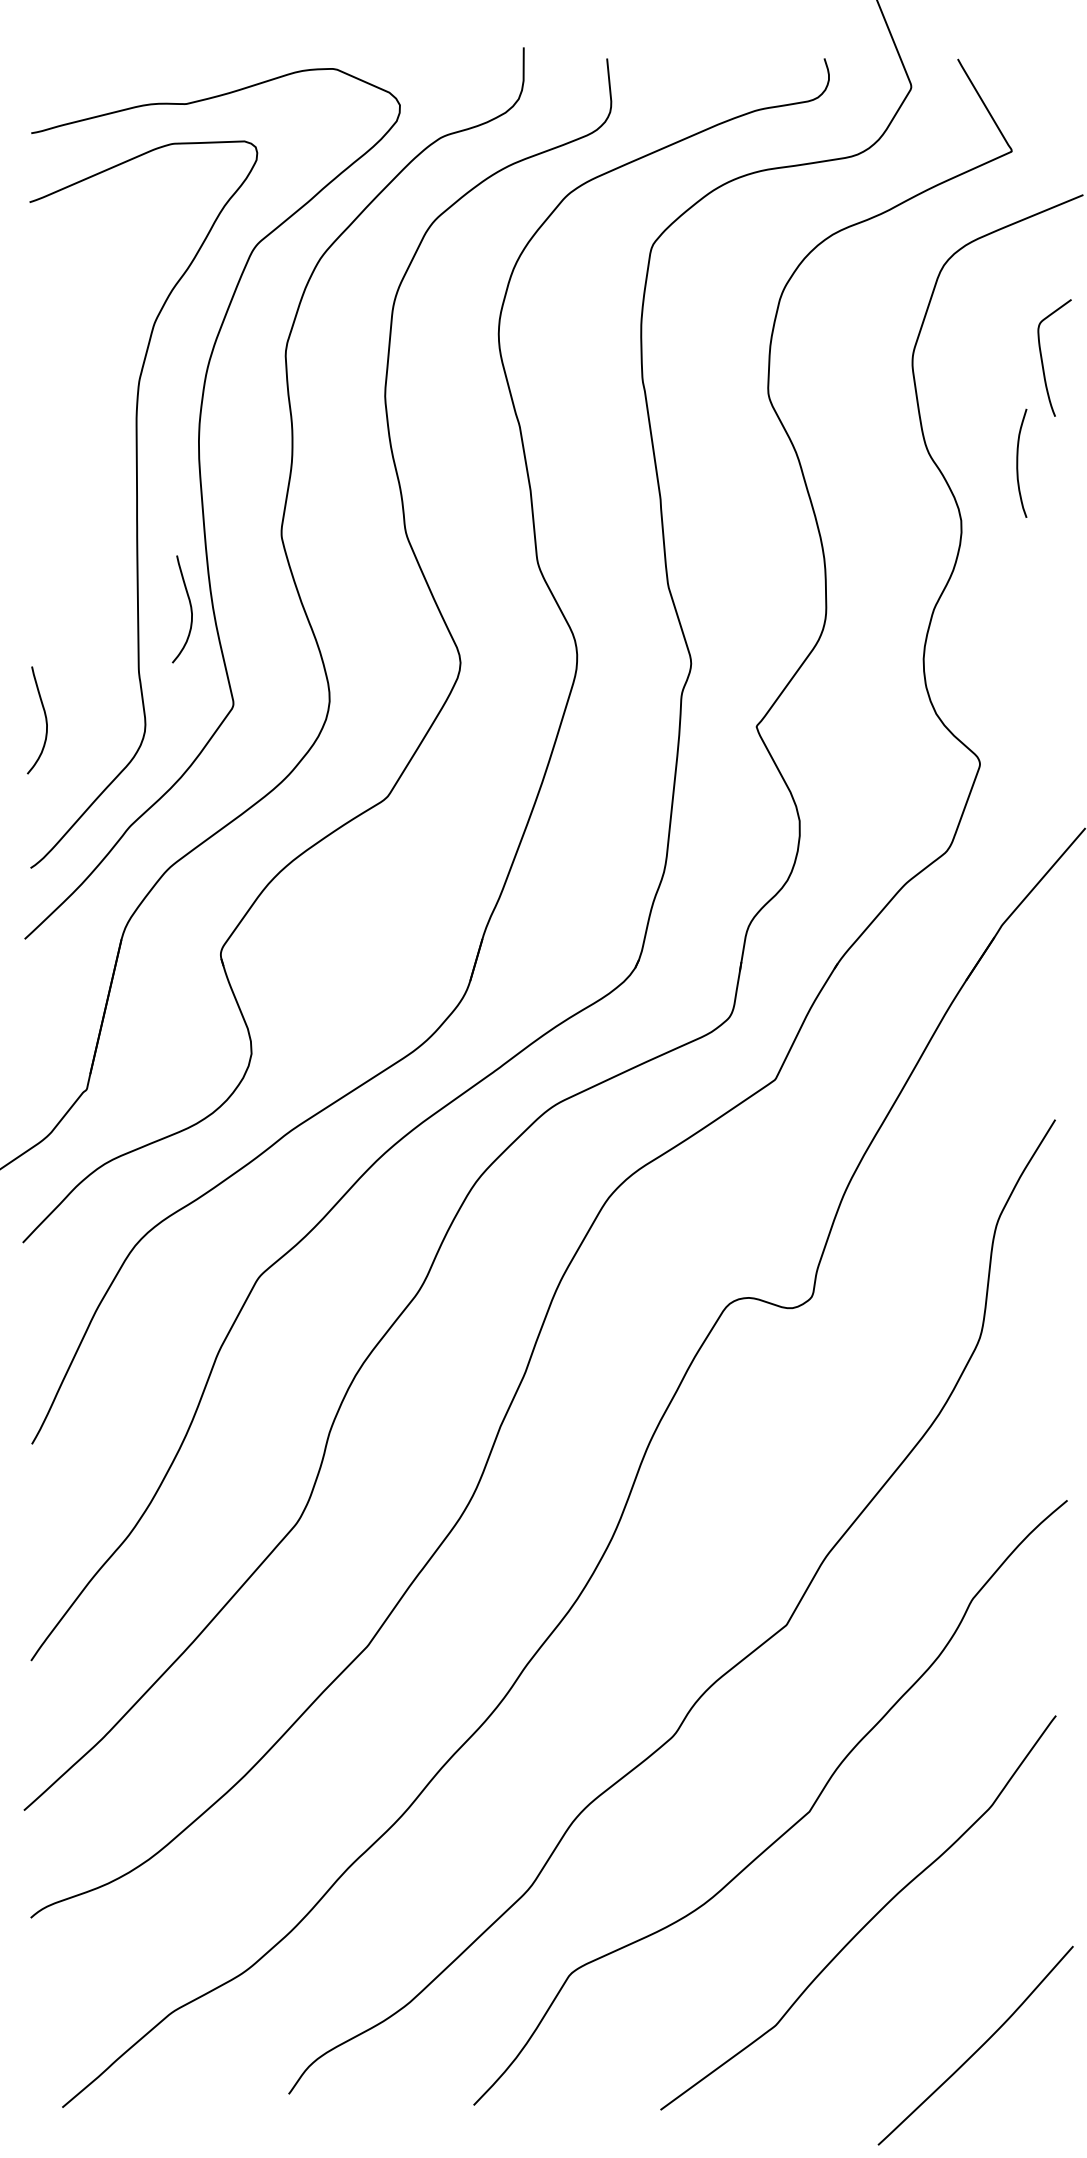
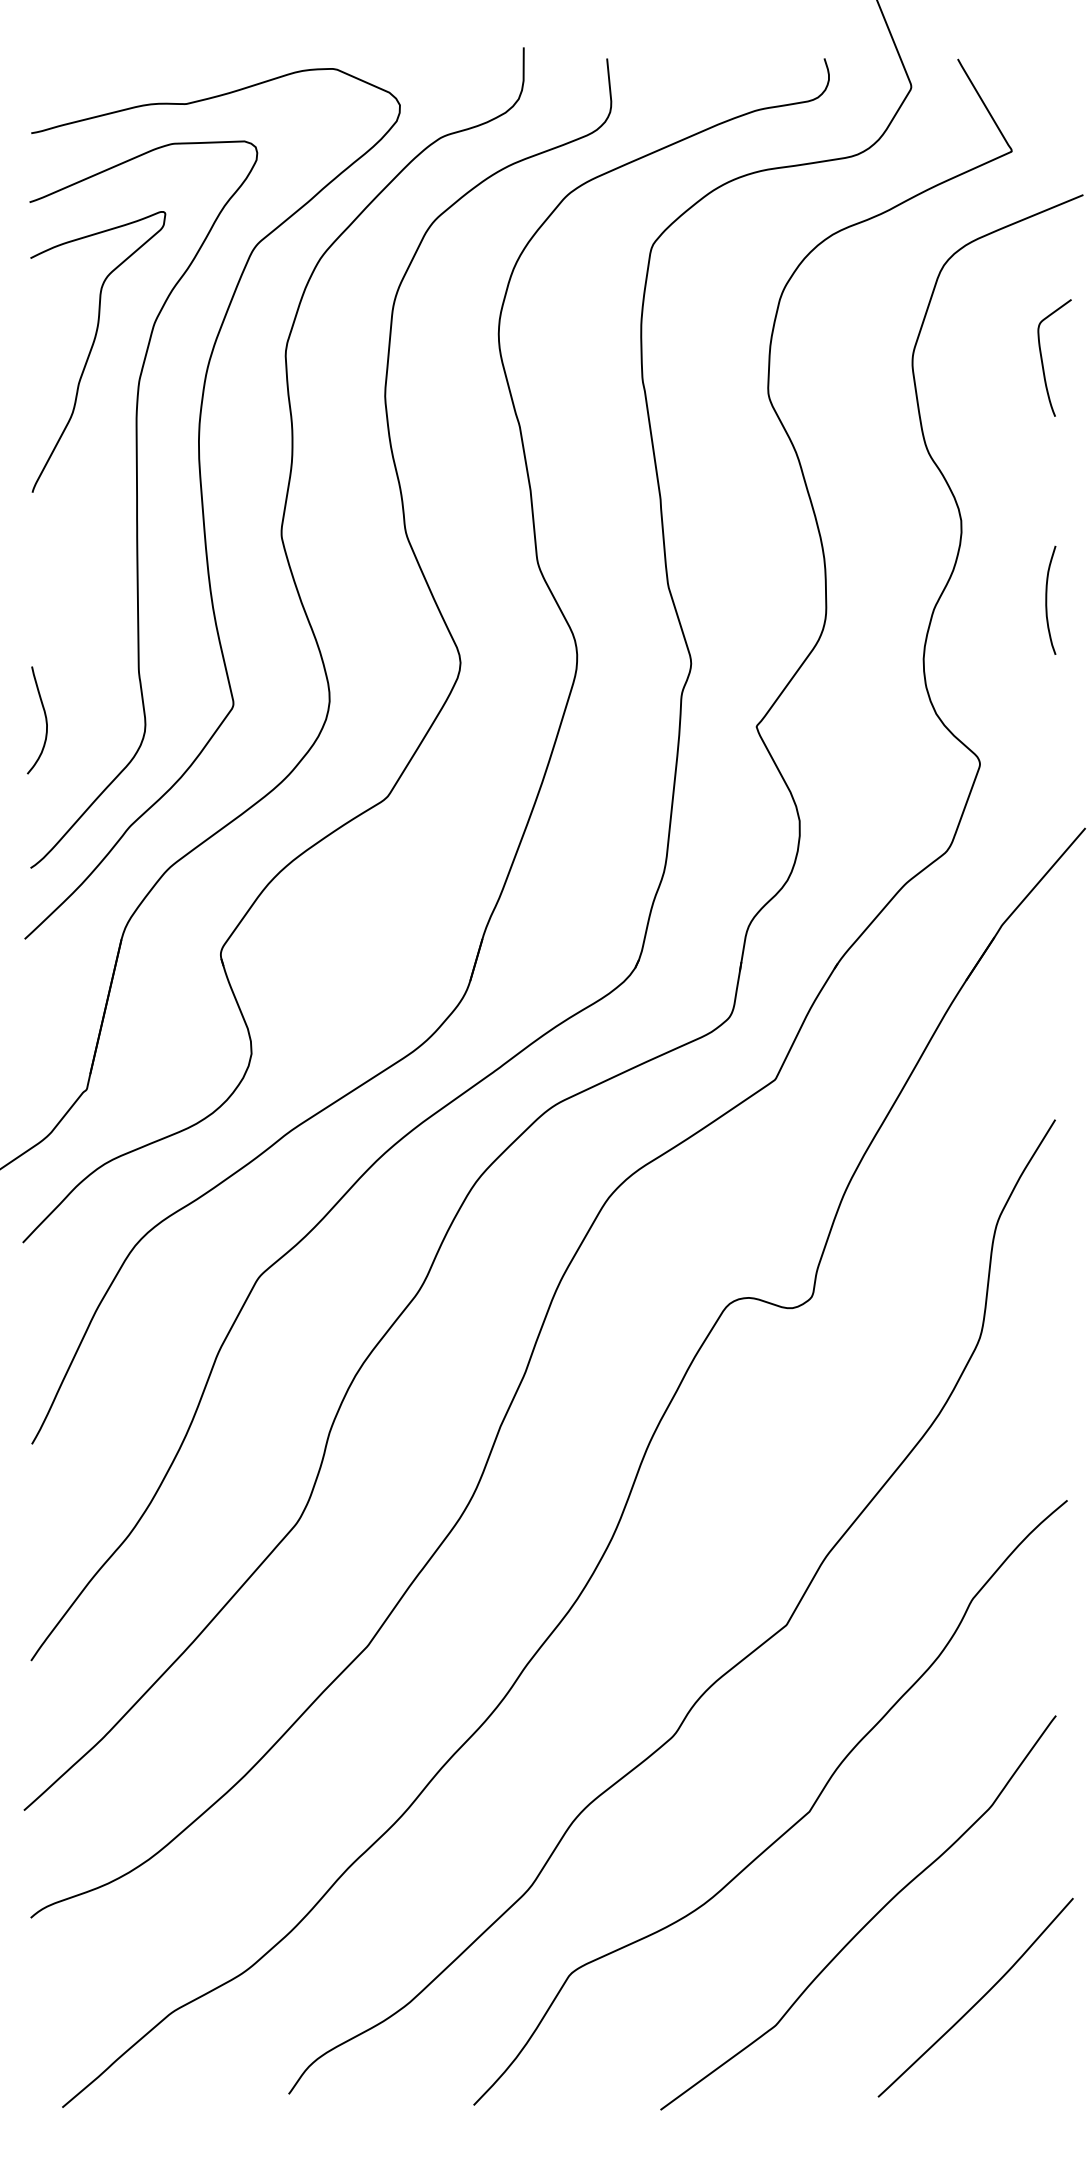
curve at (92, 349): none -> present
curve at (1018, 462) position: (1018, 462) -> (1047, 599)
curve at (190, 609): present -> none
curve at (978, 2048) position: (978, 2048) -> (978, 2000)
